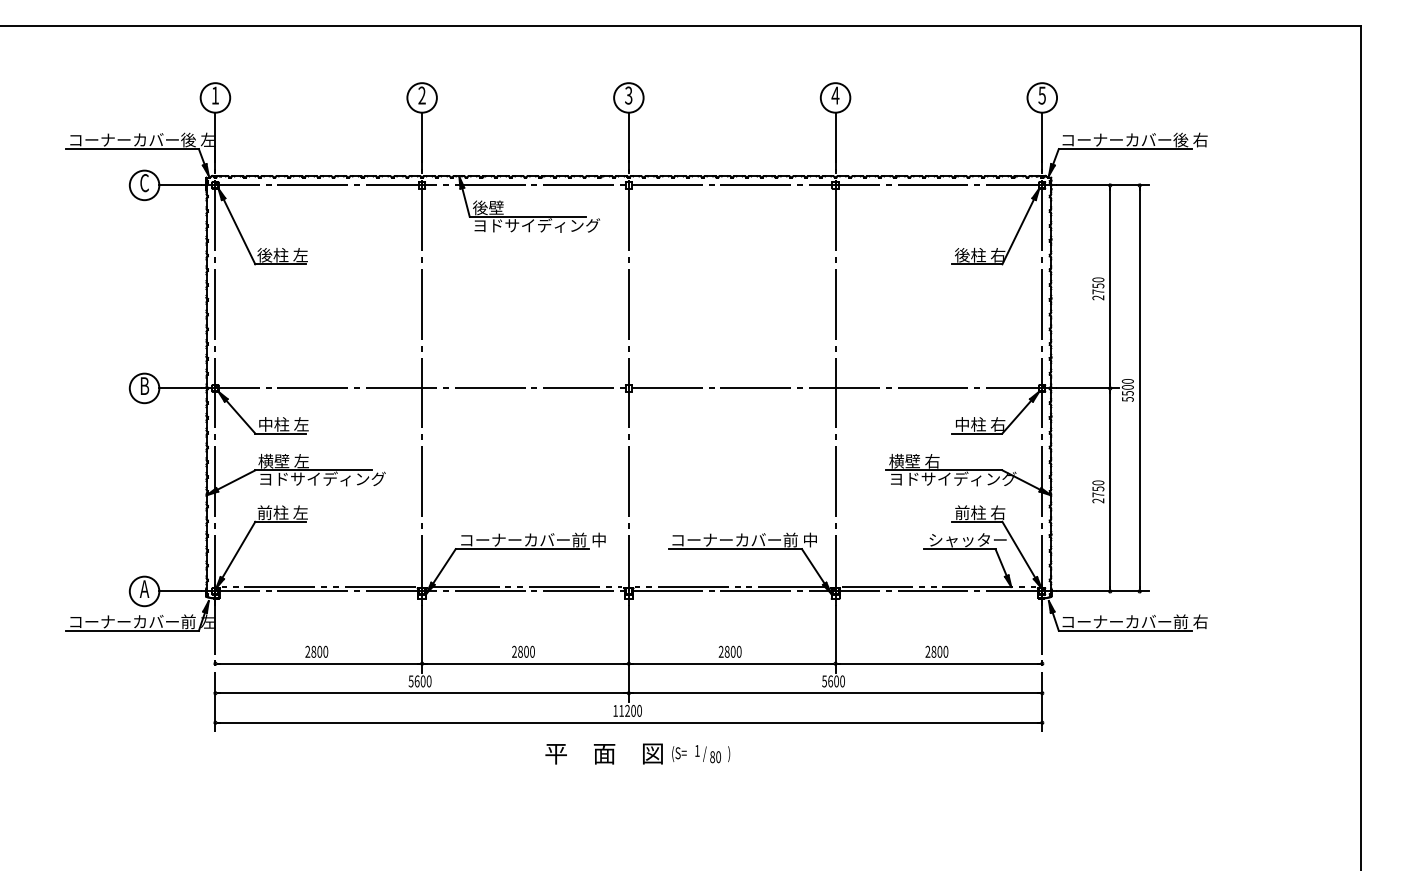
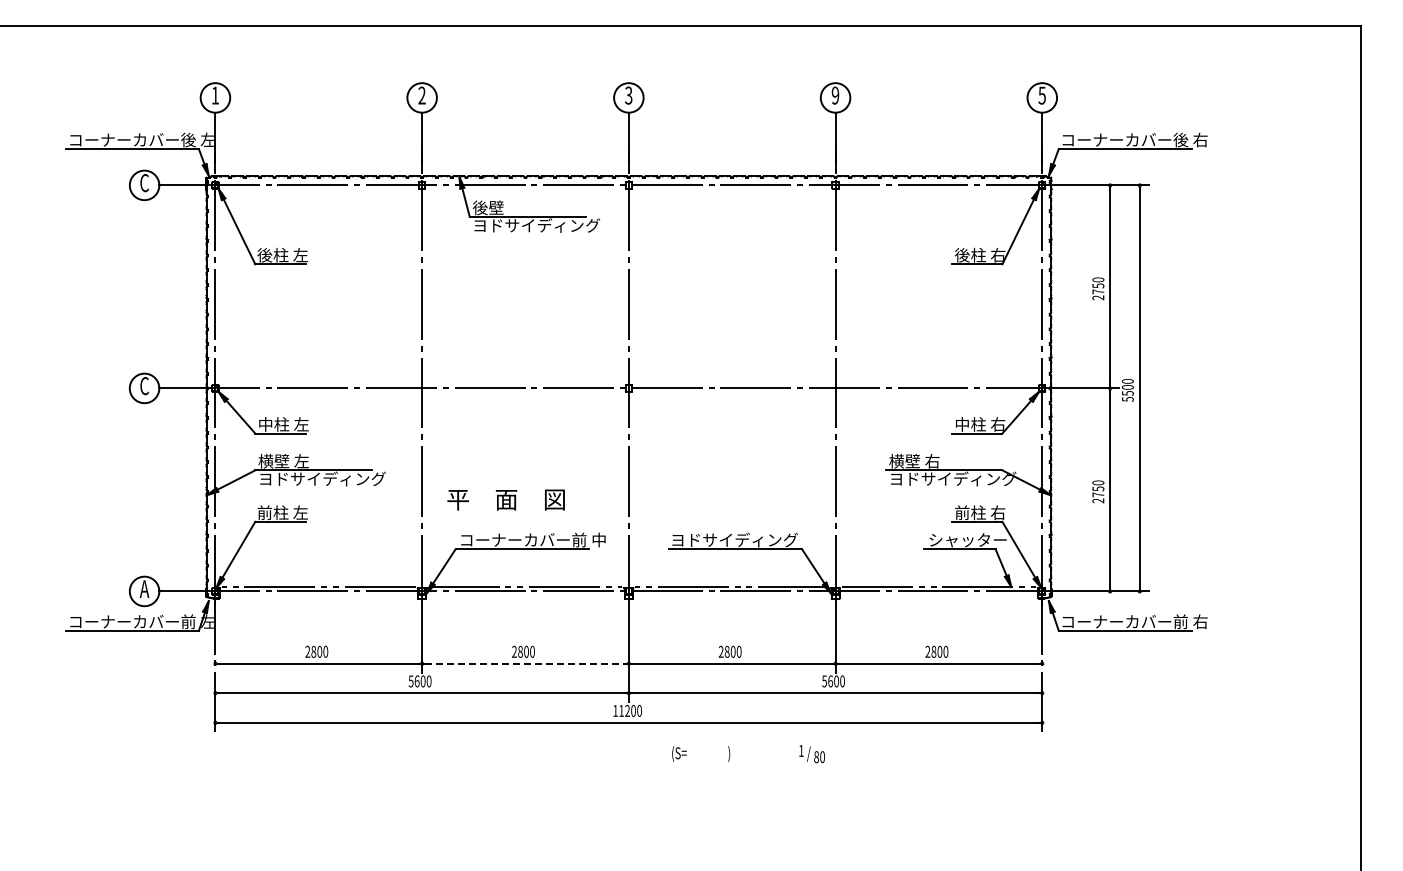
text at (835, 95): 4 -> 9
text at (144, 386): B -> C
text at (744, 539): コーナーカバー前 中 -> ヨドサイディング
line at (526, 663): solid -> dashed
text at (603, 753) position: (603, 753) -> (505, 499)
text at (707, 754) position: (707, 754) -> (811, 754)
